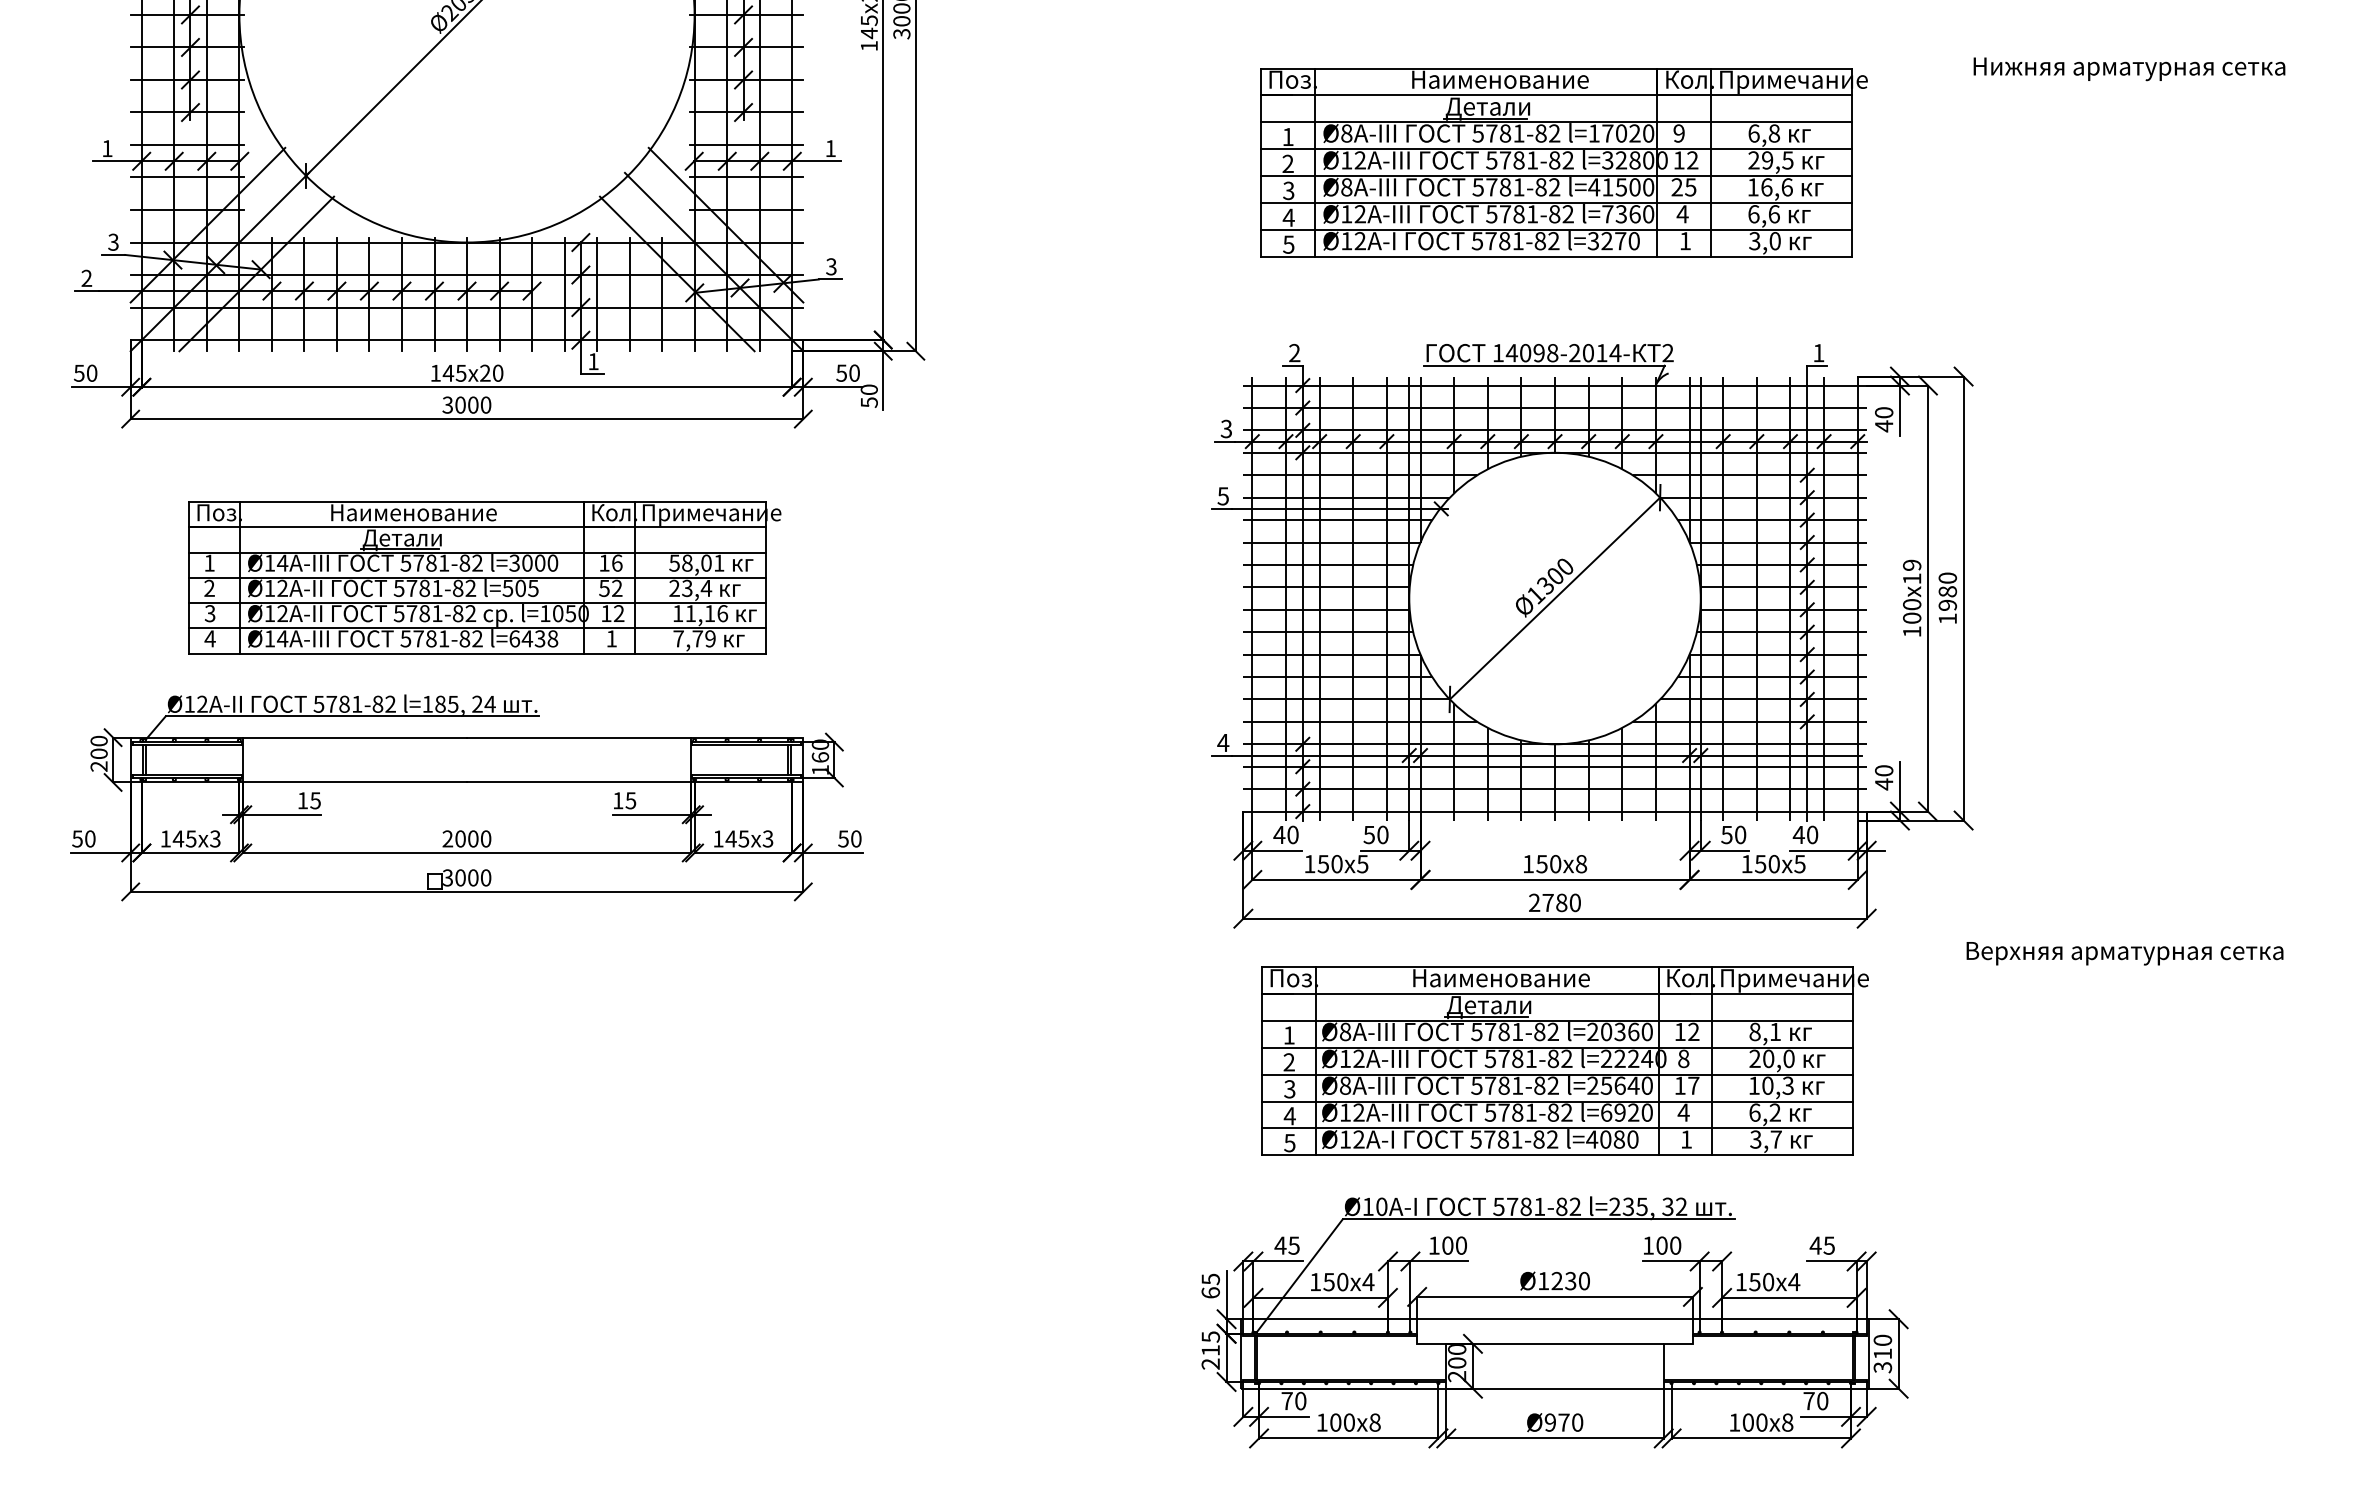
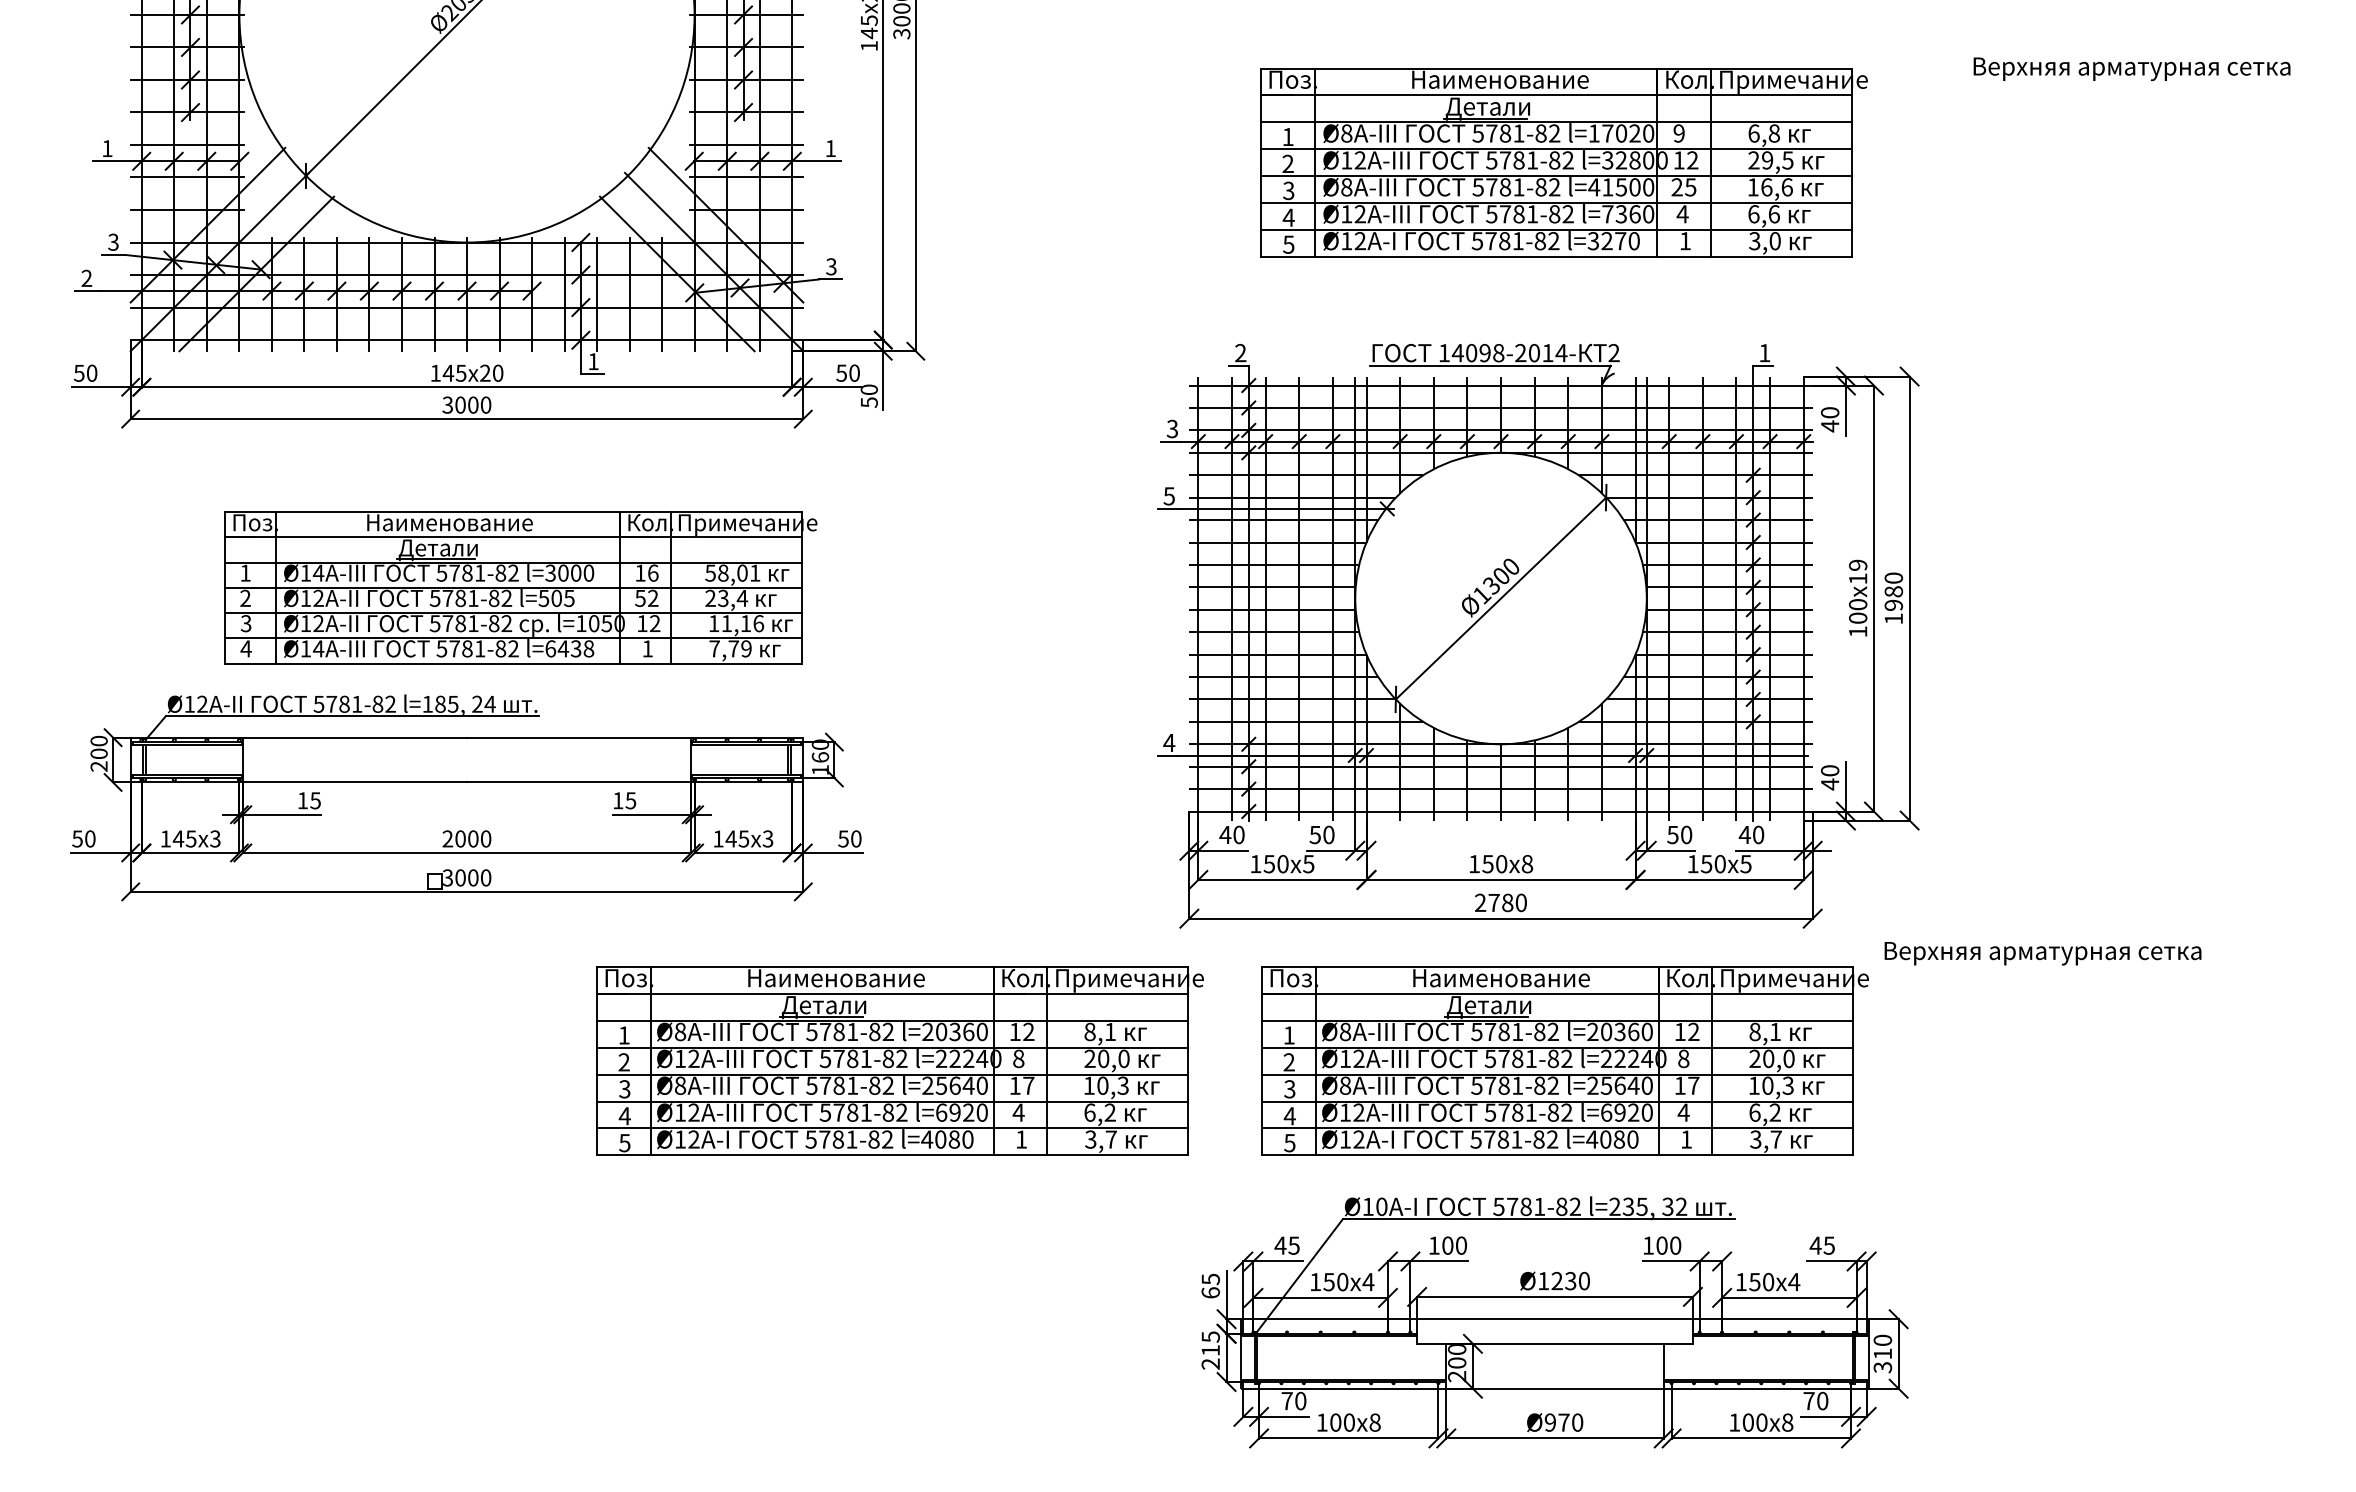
text at (2133, 69): Нижняя арматурная сетка -> Верхняя арматурная сетка
part at (484, 577) position: (484, 577) -> (520, 587)
part at (1592, 636) position: (1592, 636) -> (1538, 636)
text at (2124, 953) position: (2124, 953) -> (2042, 953)
part at (899, 1060): none -> present
